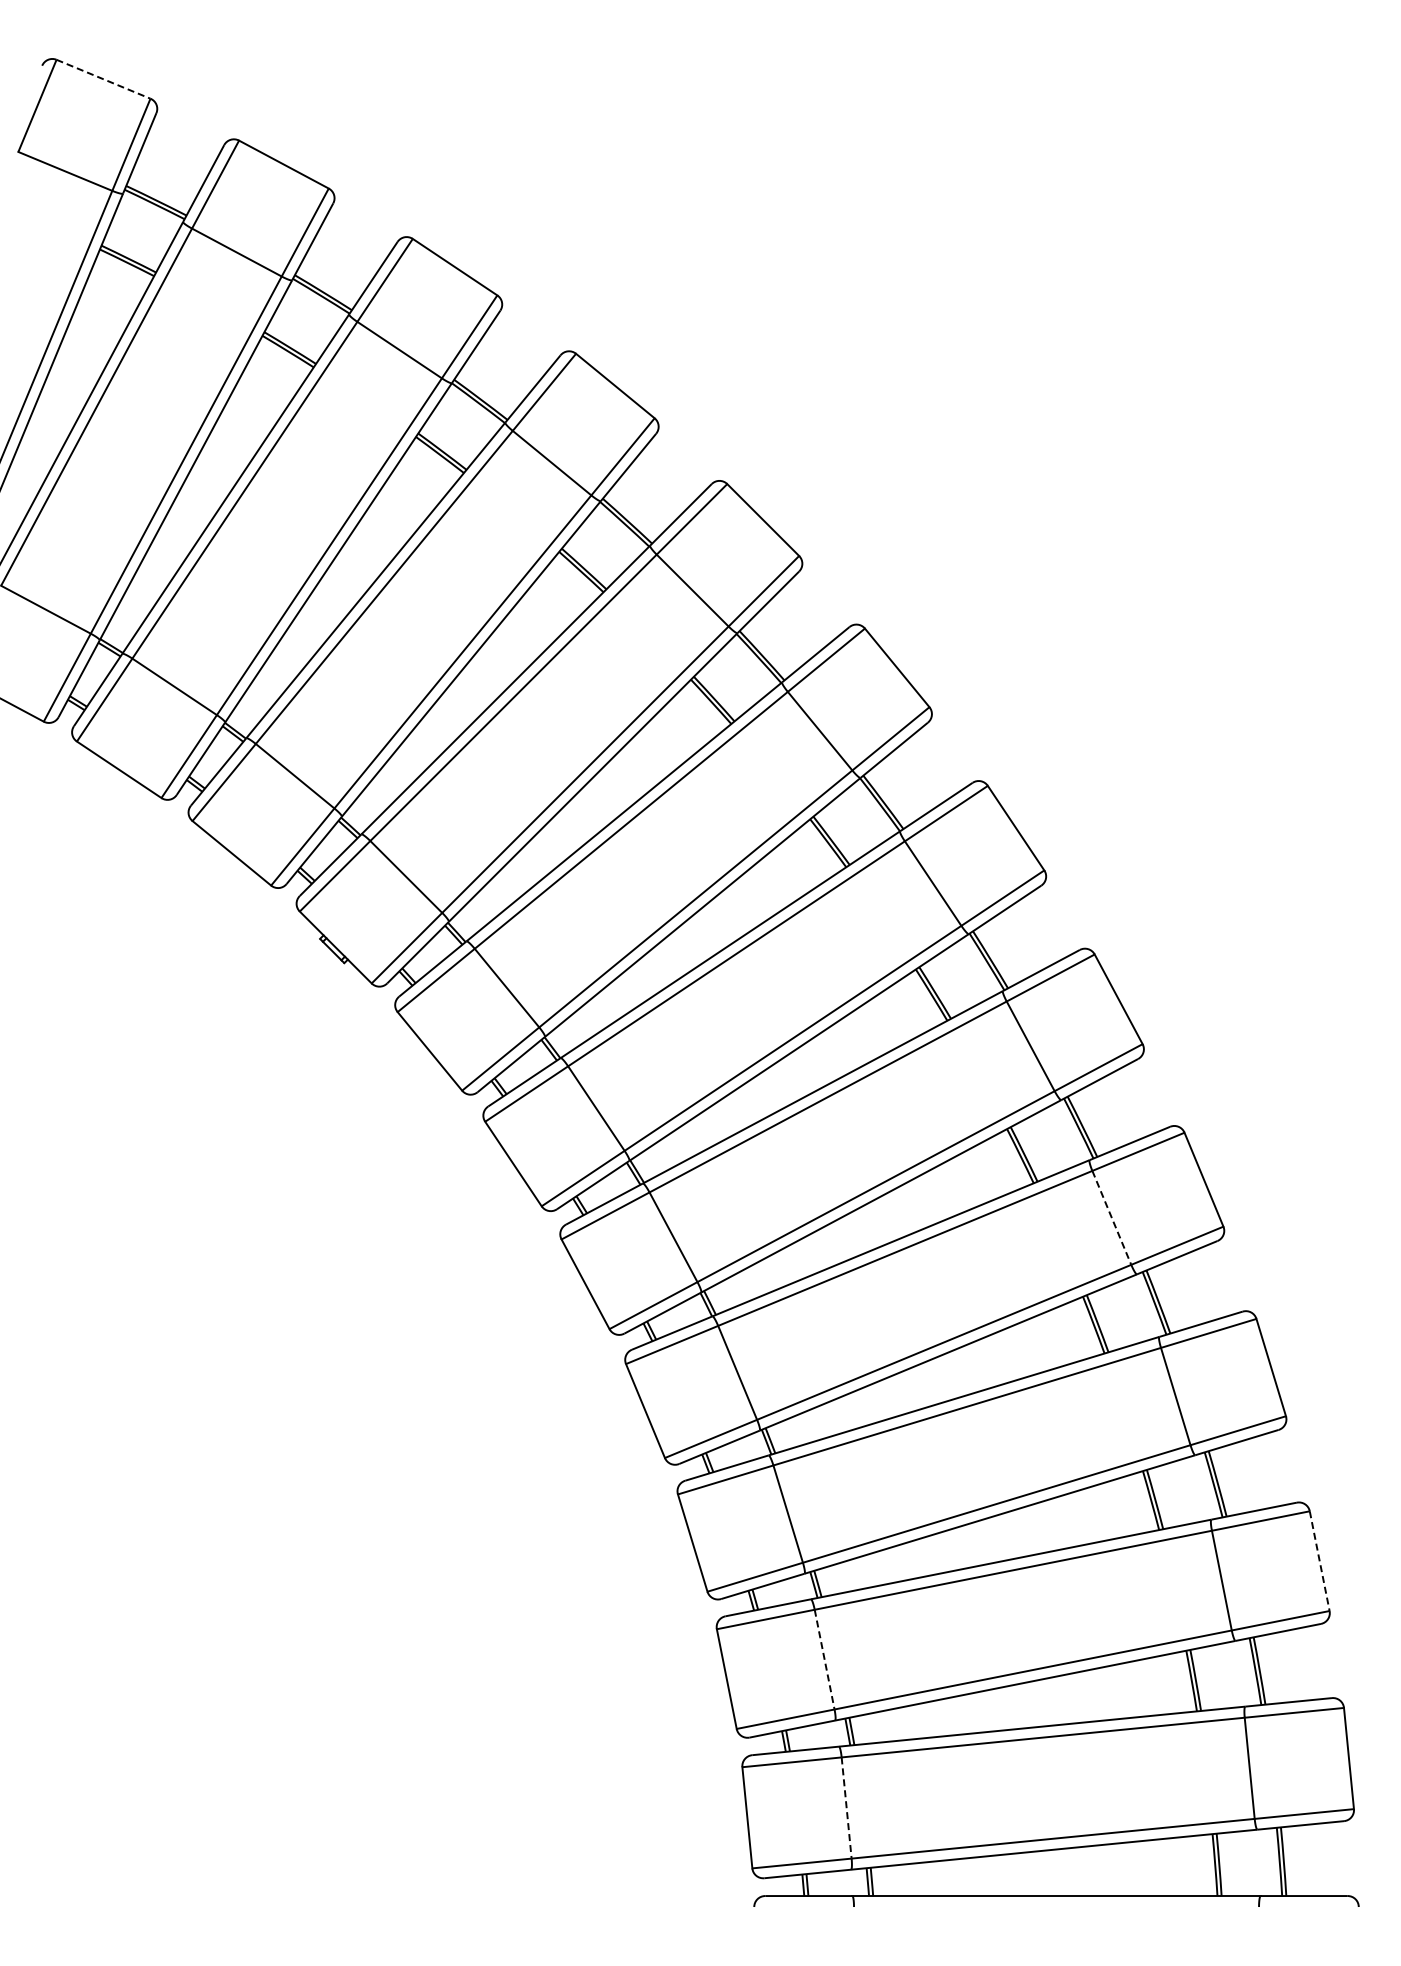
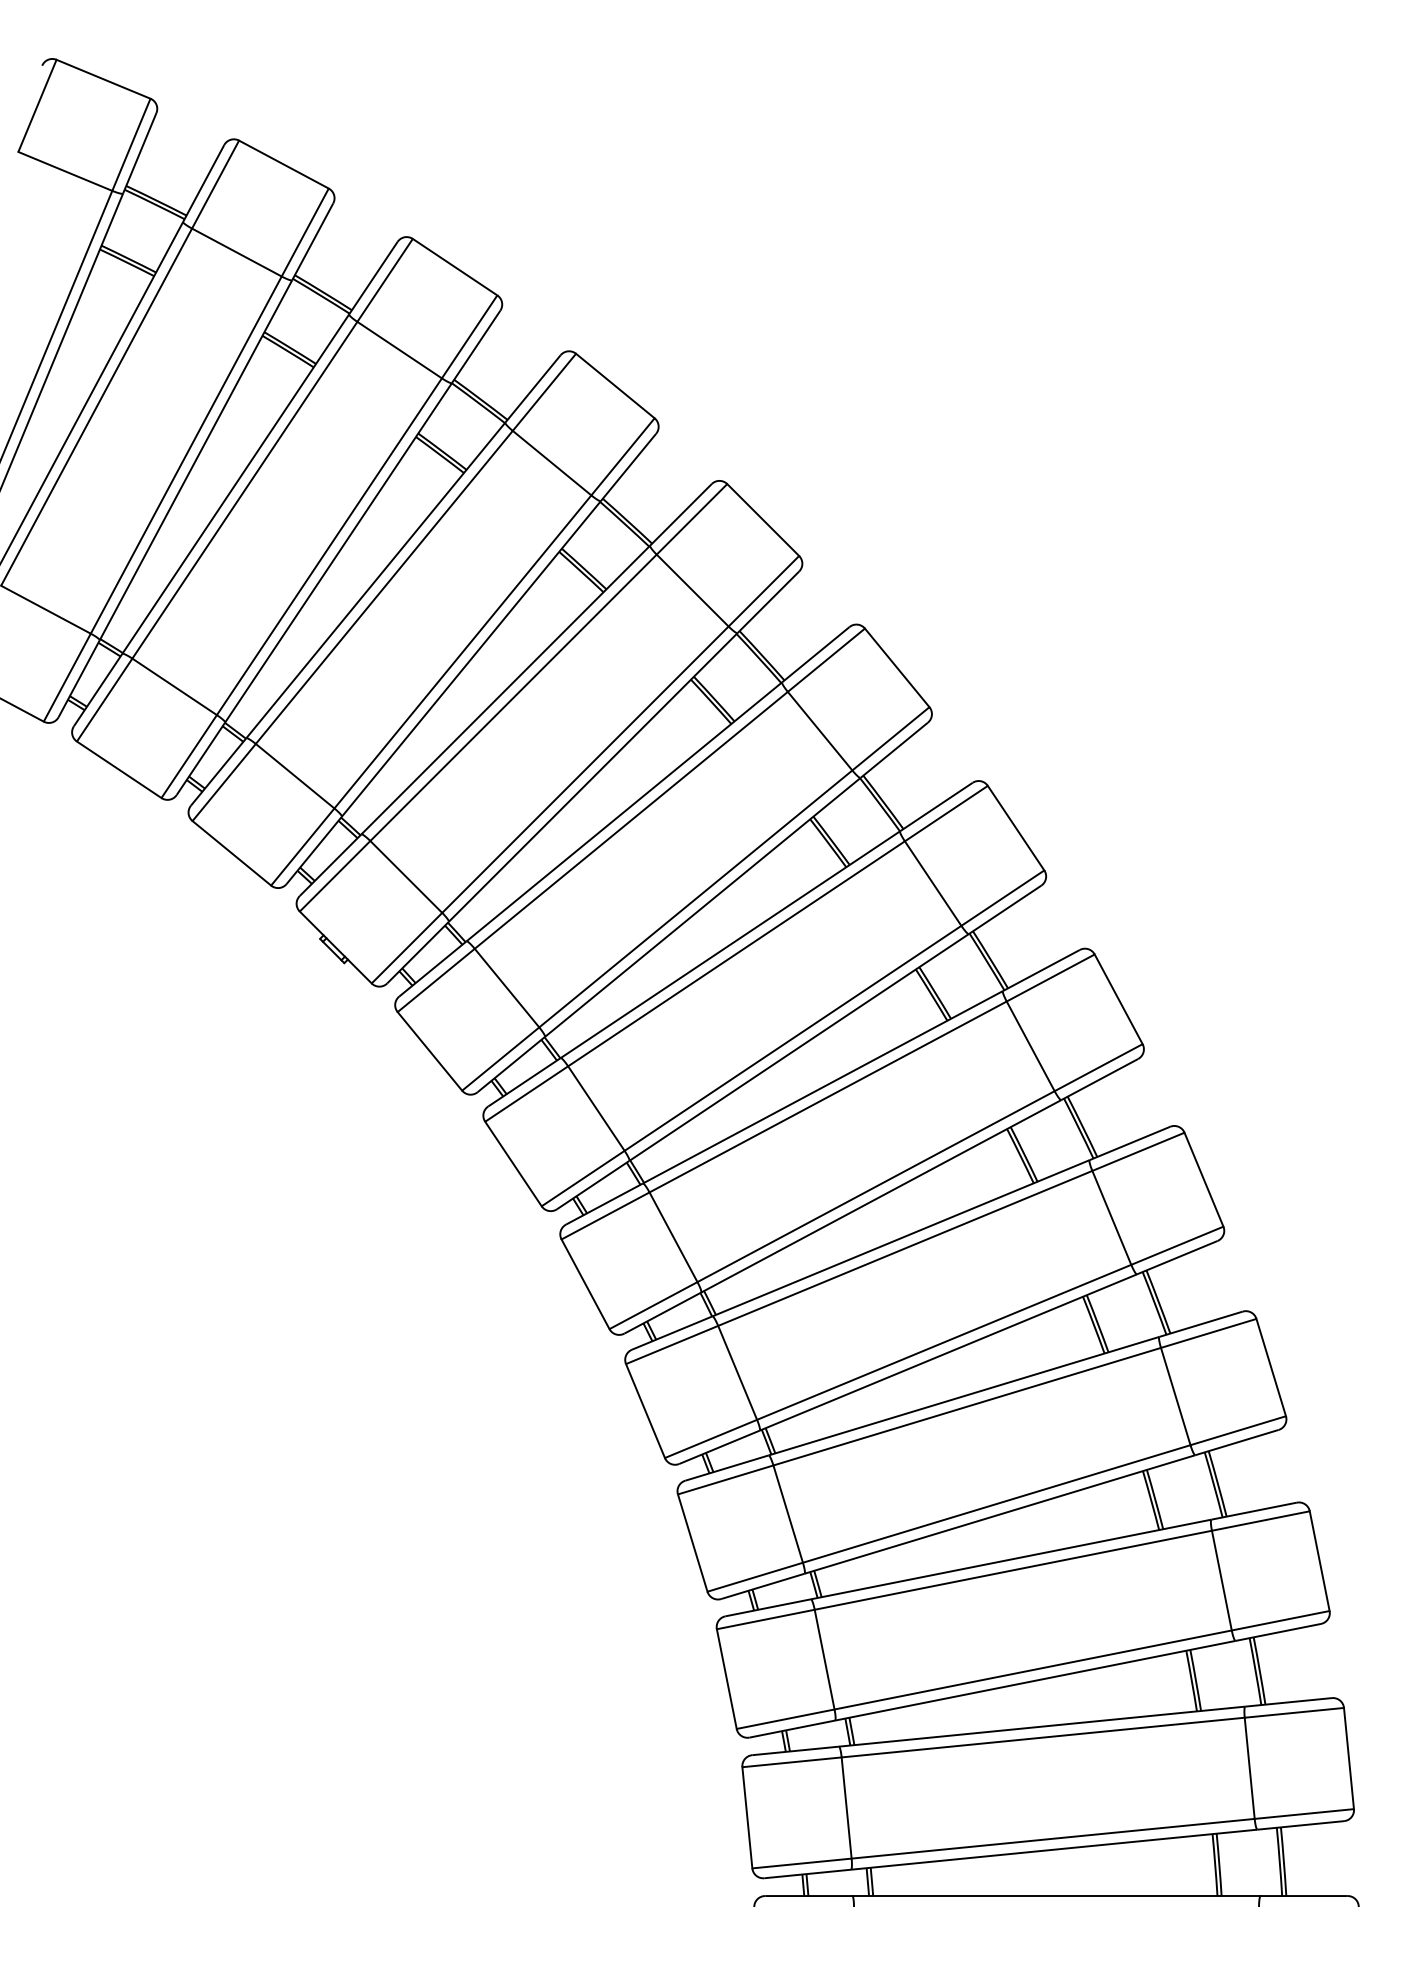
line at (103, 79): dashed -> solid
line at (1111, 1217): dashed -> solid
line at (1319, 1561): dashed -> solid
line at (824, 1659): dashed -> solid
line at (846, 1808): dashed -> solid
